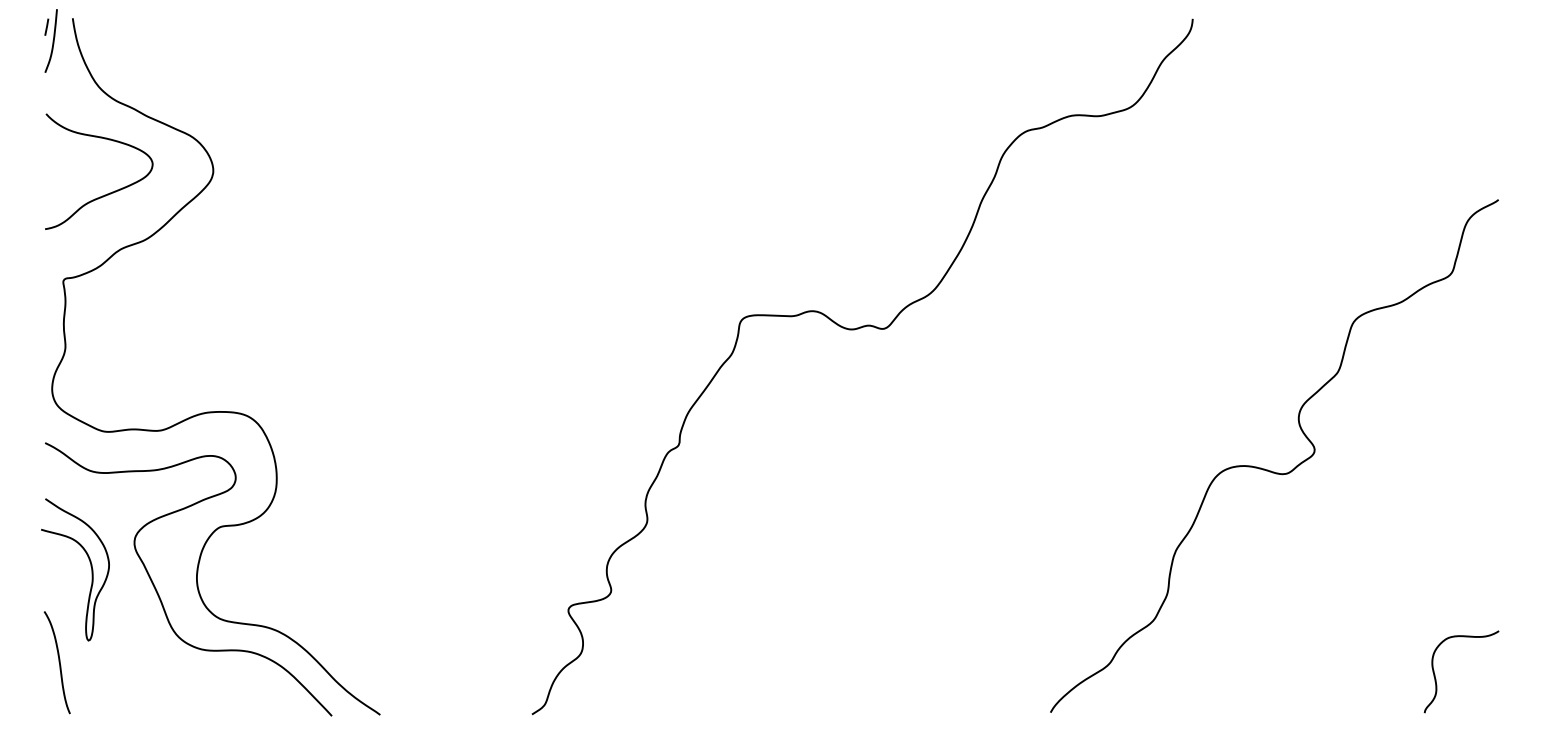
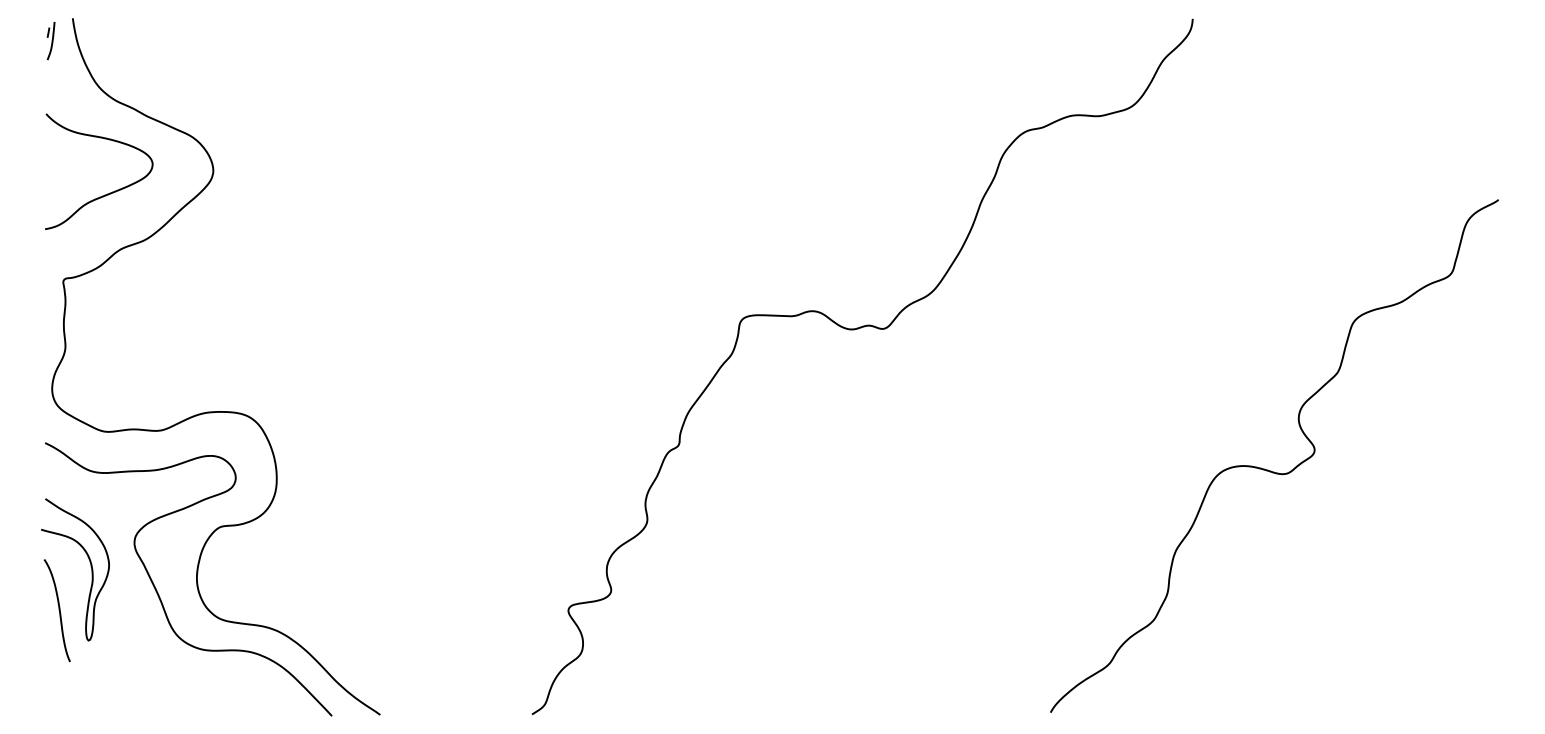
part at (50, 40) size: 14x64 px -> 10x39 px
curve at (58, 662) position: (58, 662) -> (58, 610)
curve at (1436, 678): present -> none
